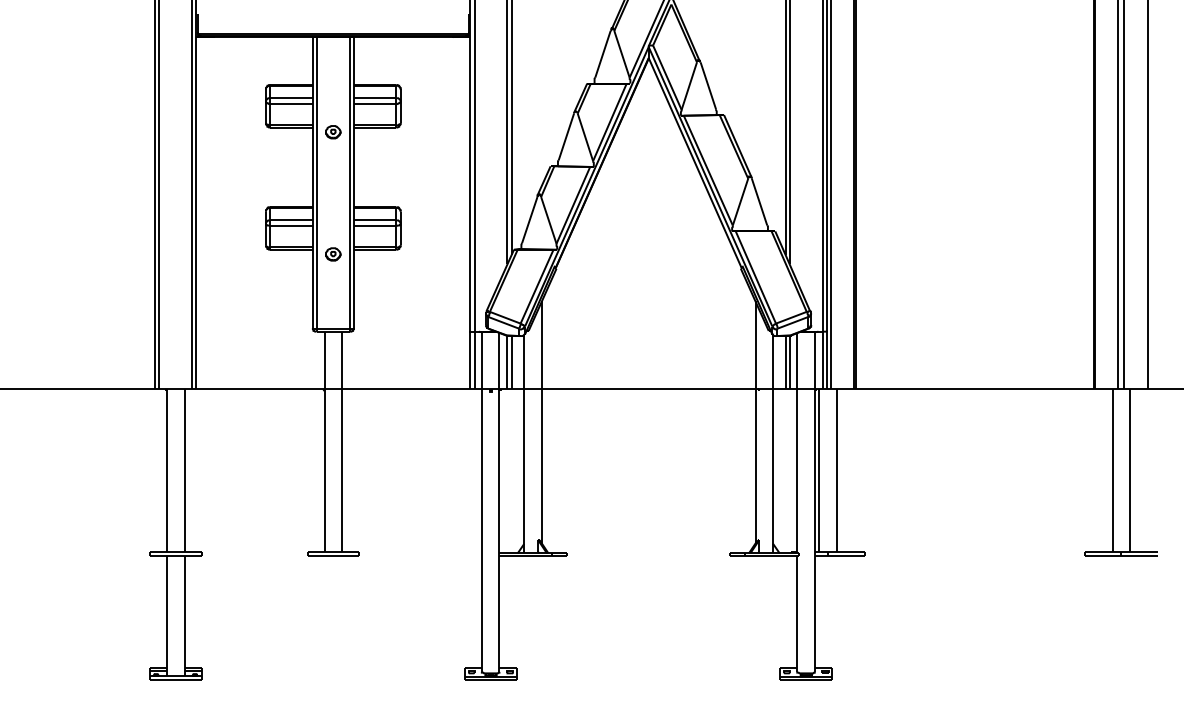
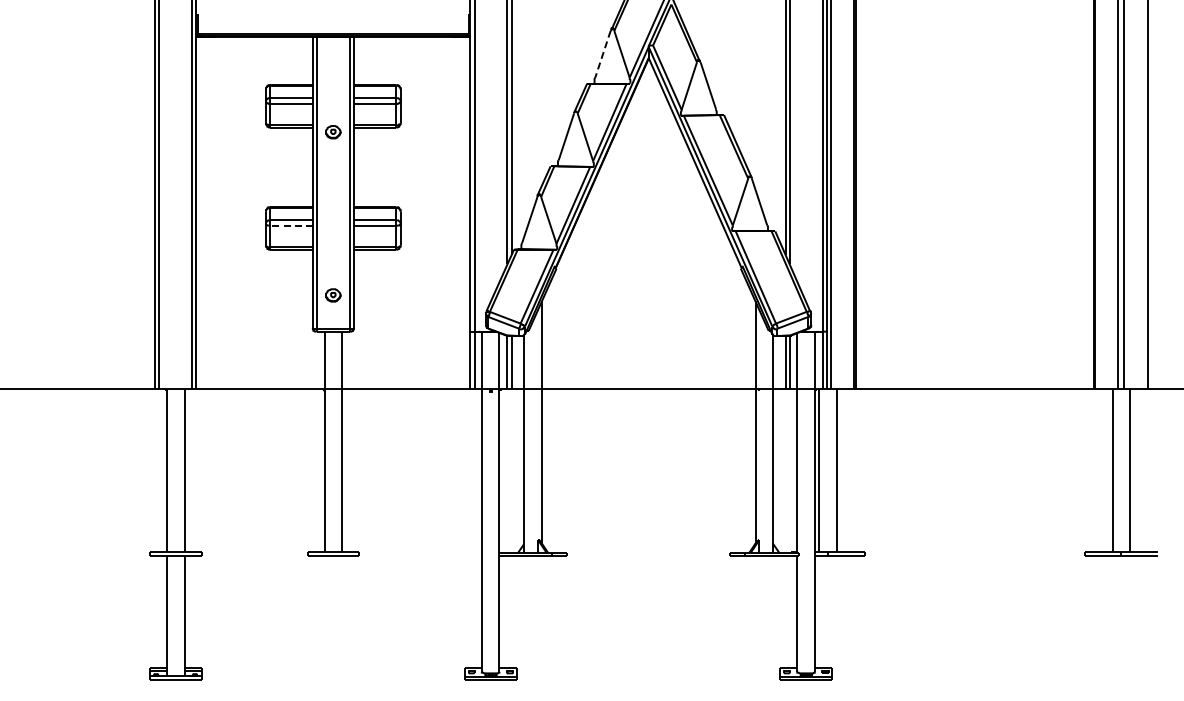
line at (602, 54): solid -> dashed
line at (291, 226): solid -> dashed
part at (333, 254) position: (333, 254) -> (333, 295)
